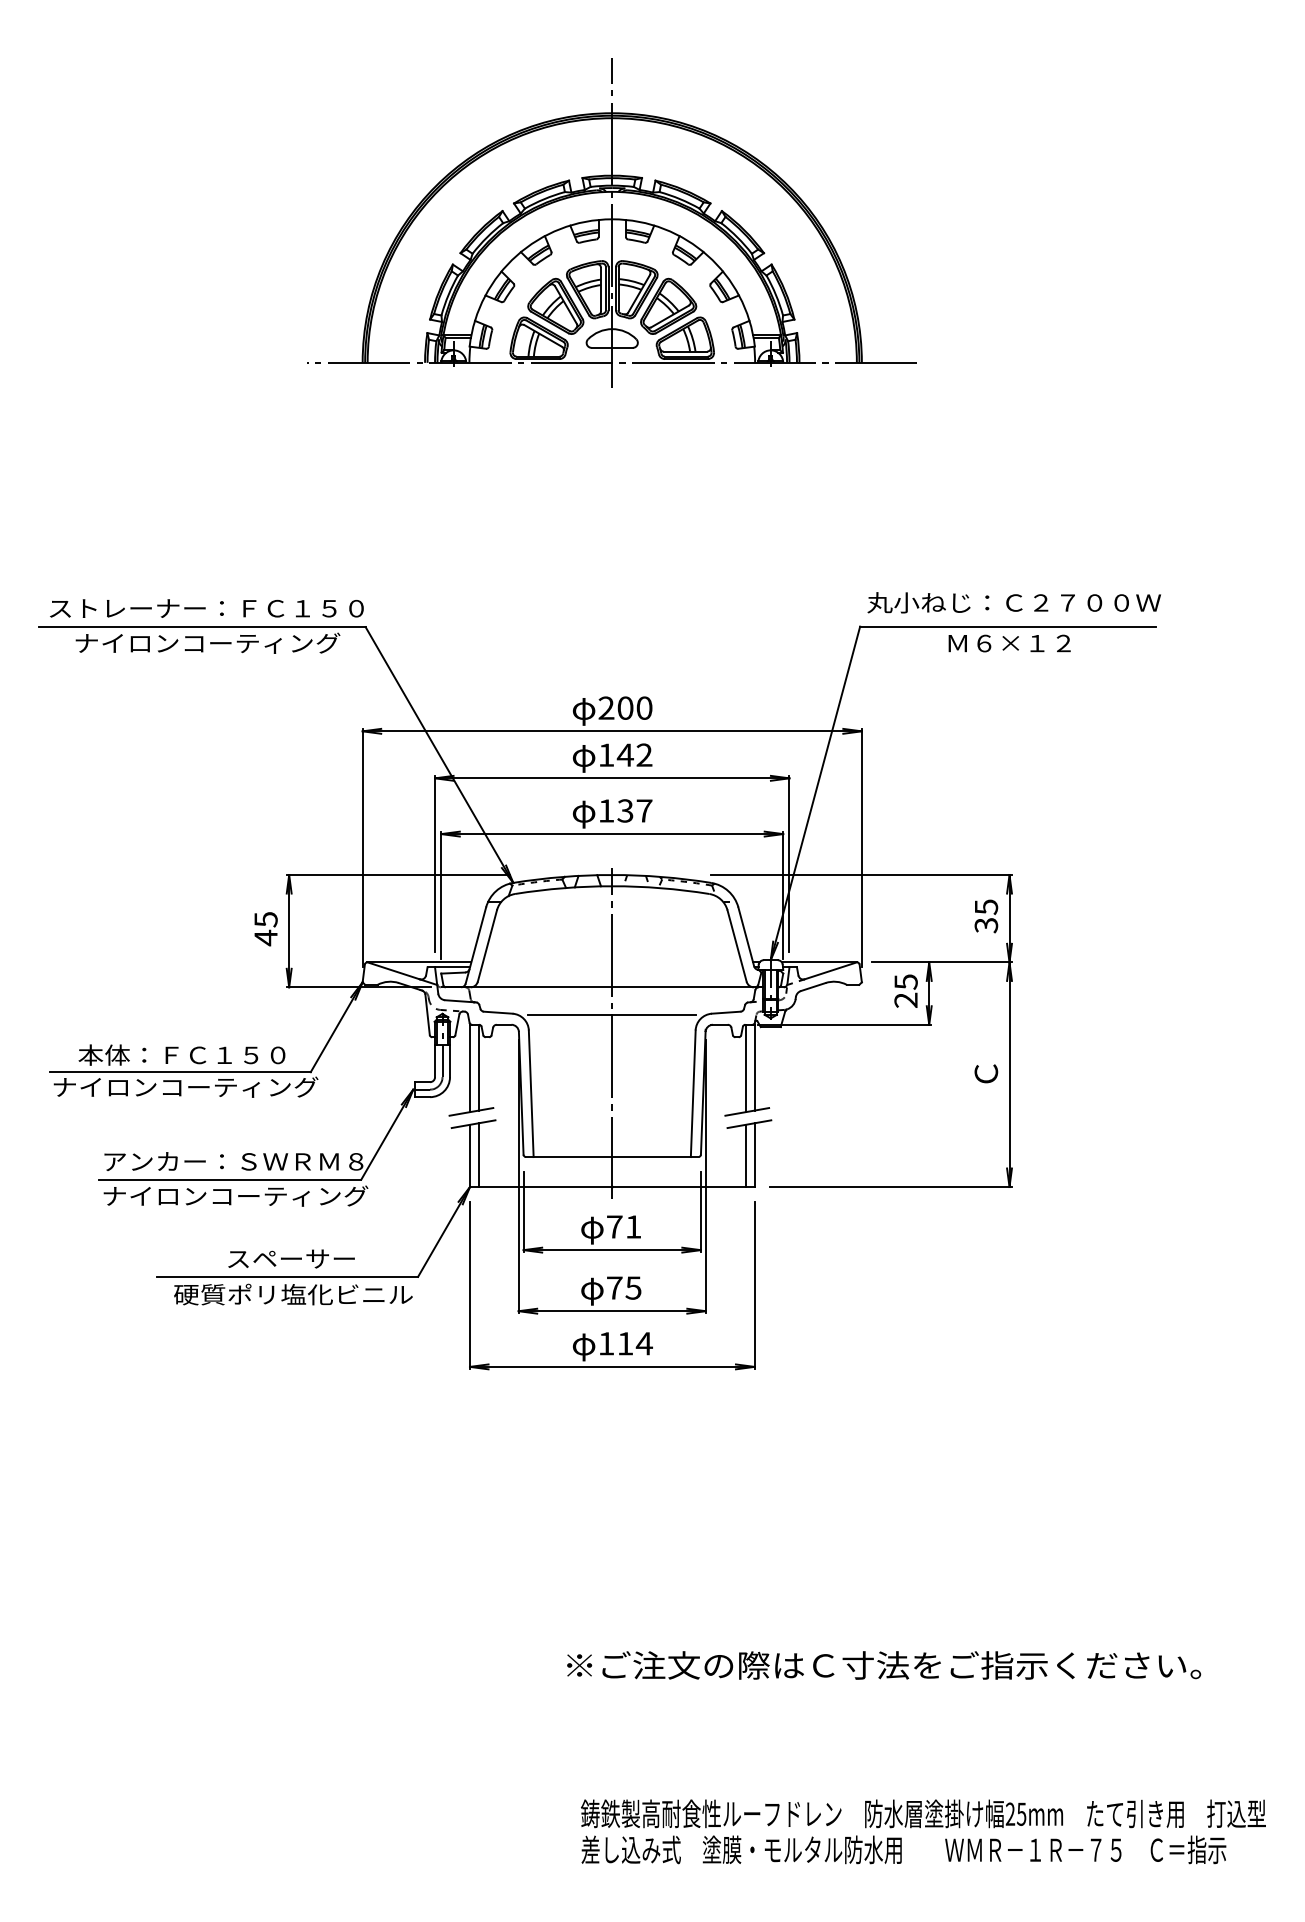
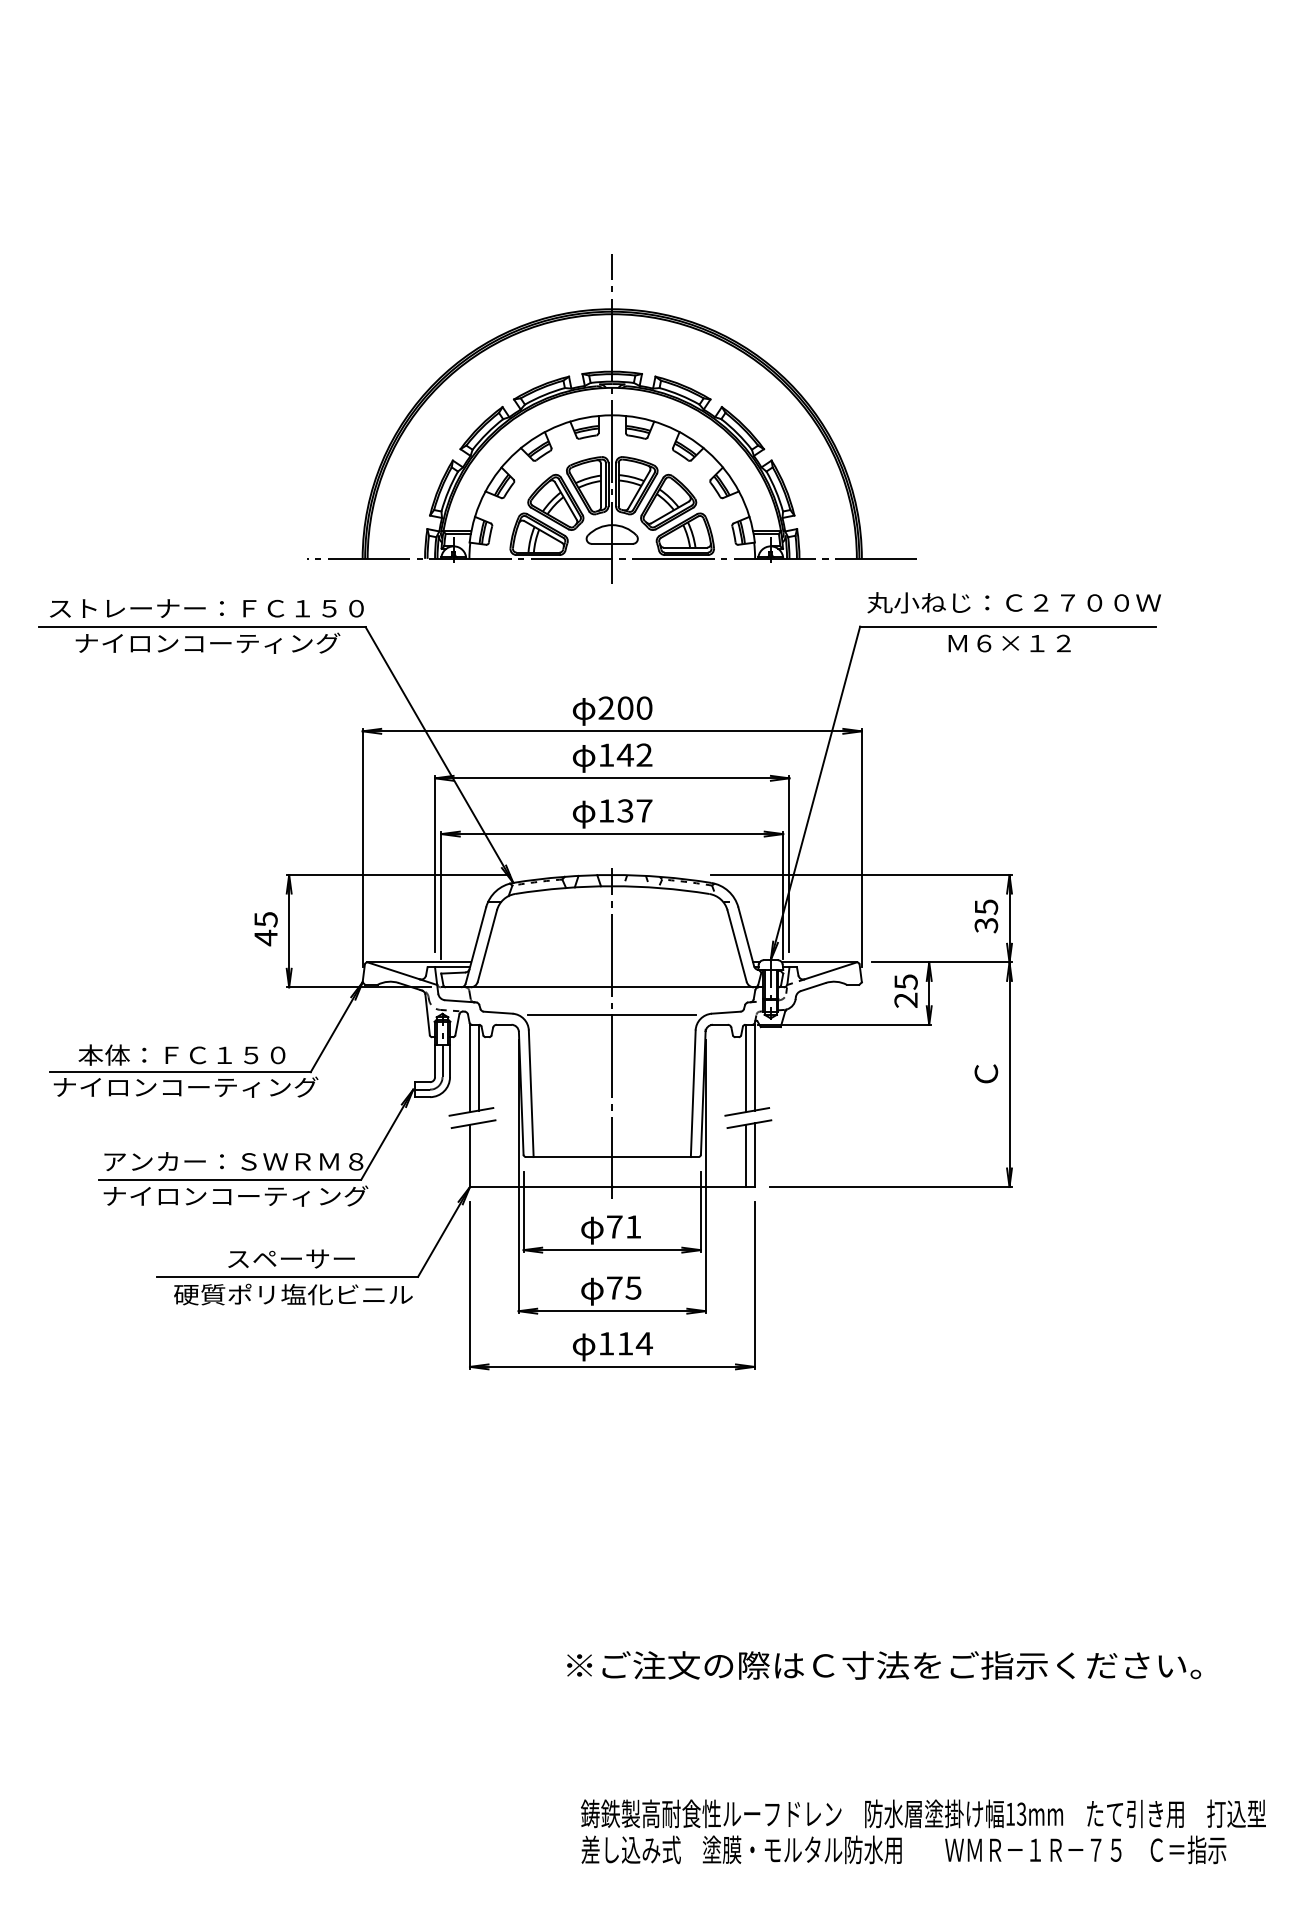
part at (611, 222) position: (611, 222) -> (611, 418)
line at (478, 1155): present -> none
text at (1015, 1813): 25mm -> 13mm
